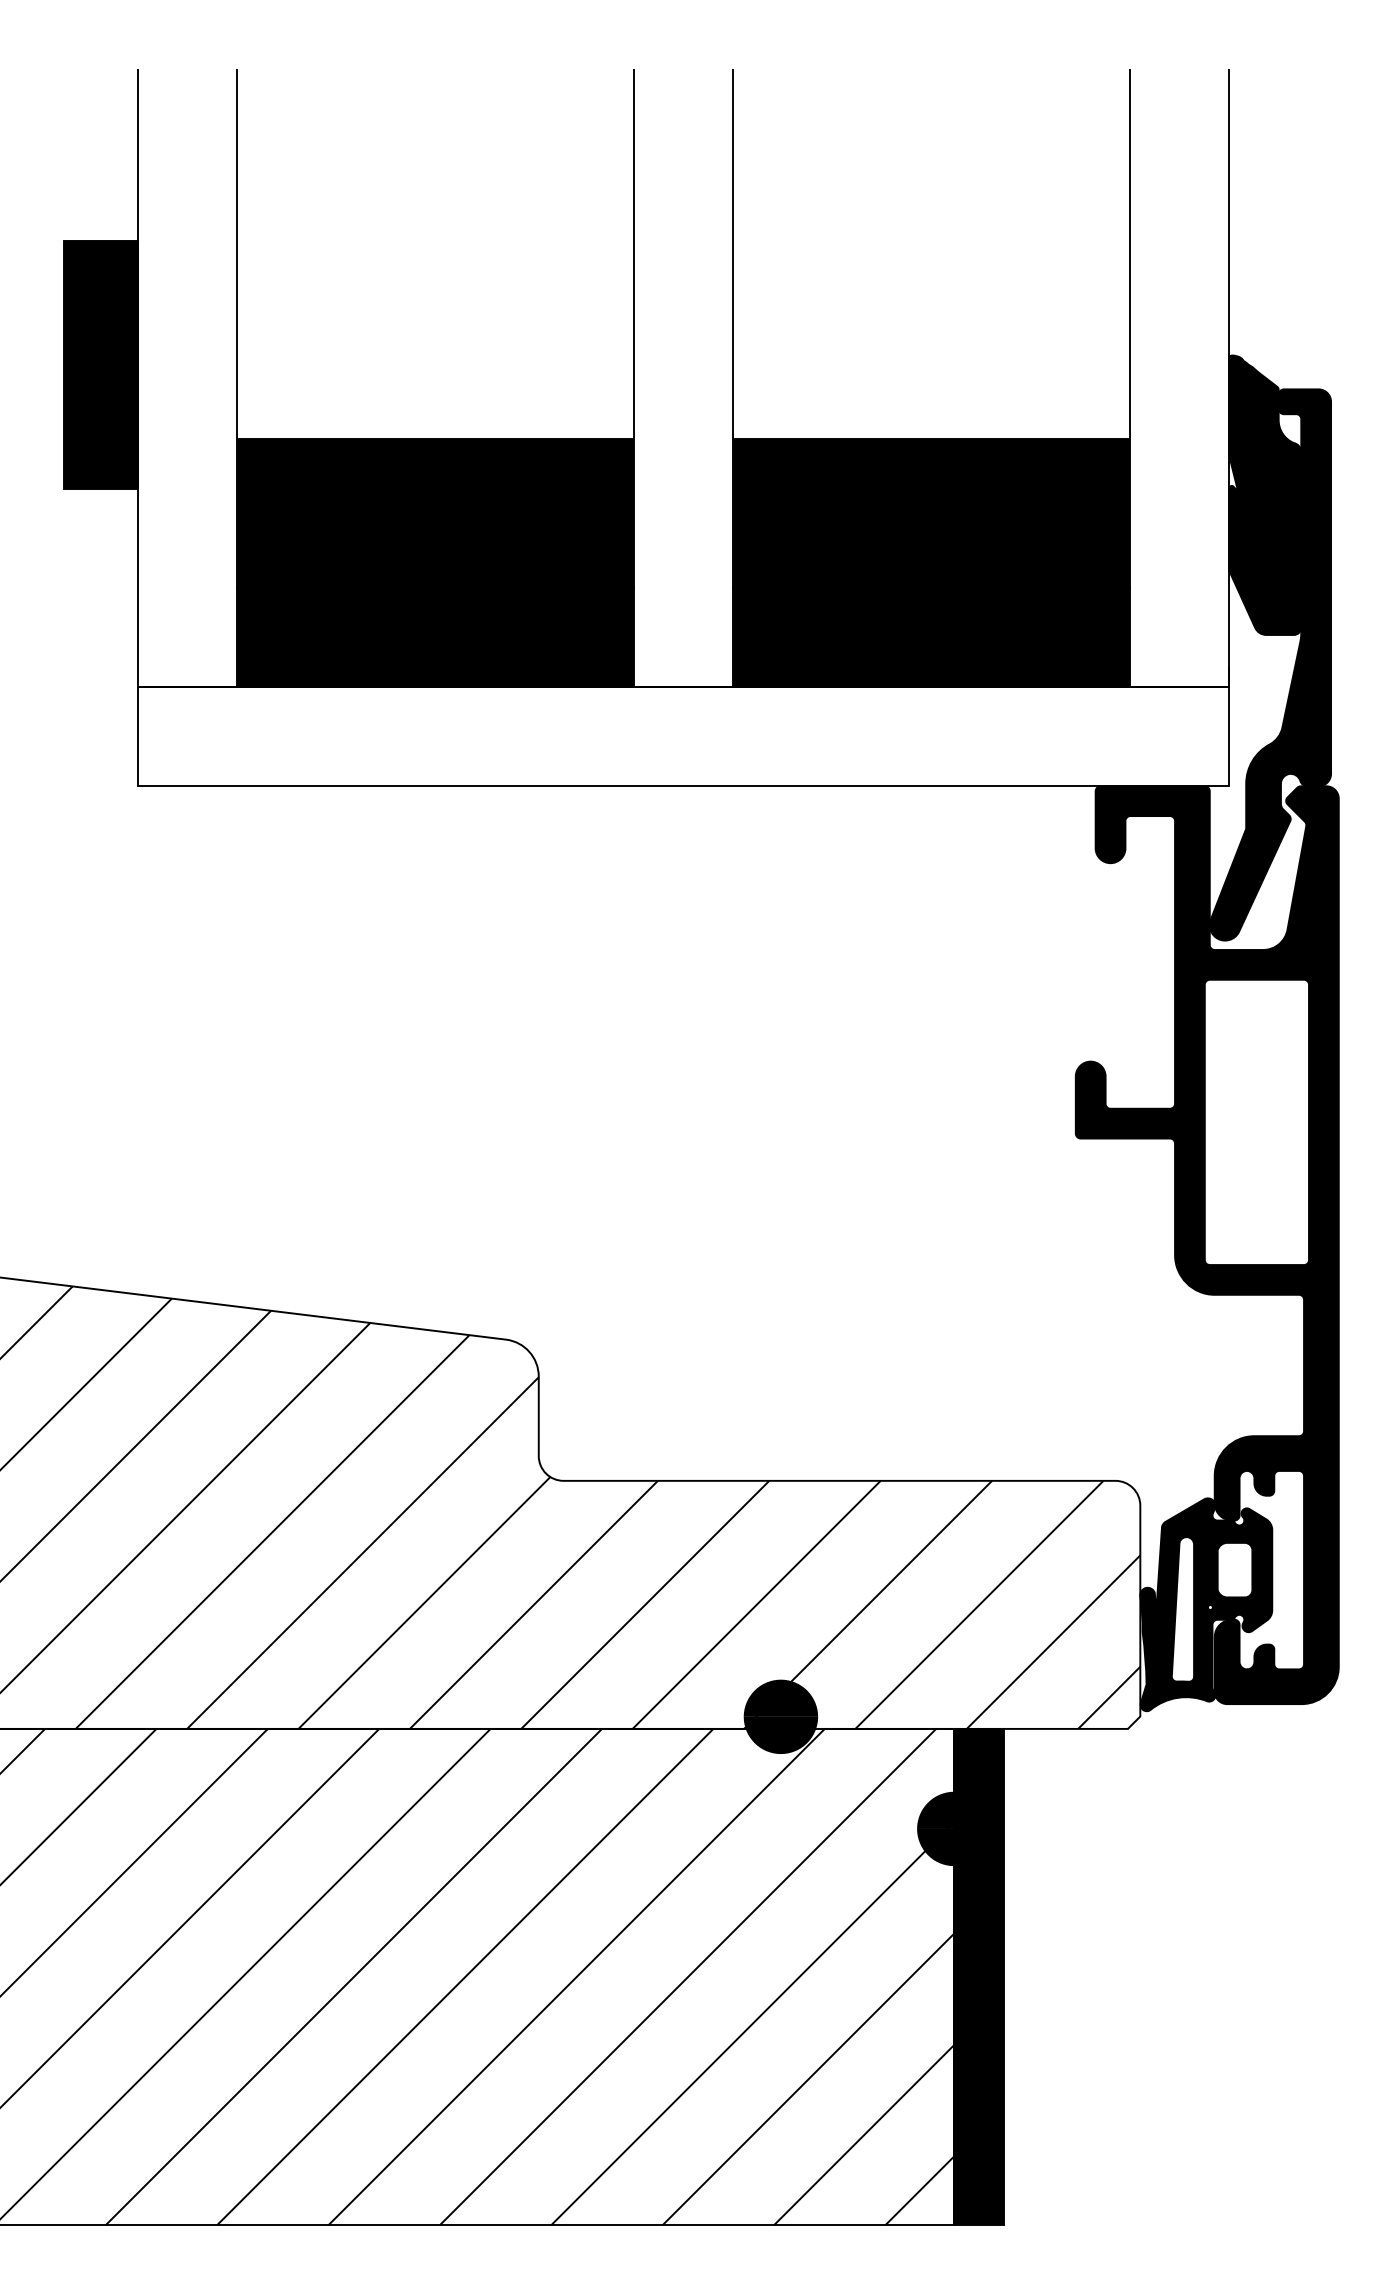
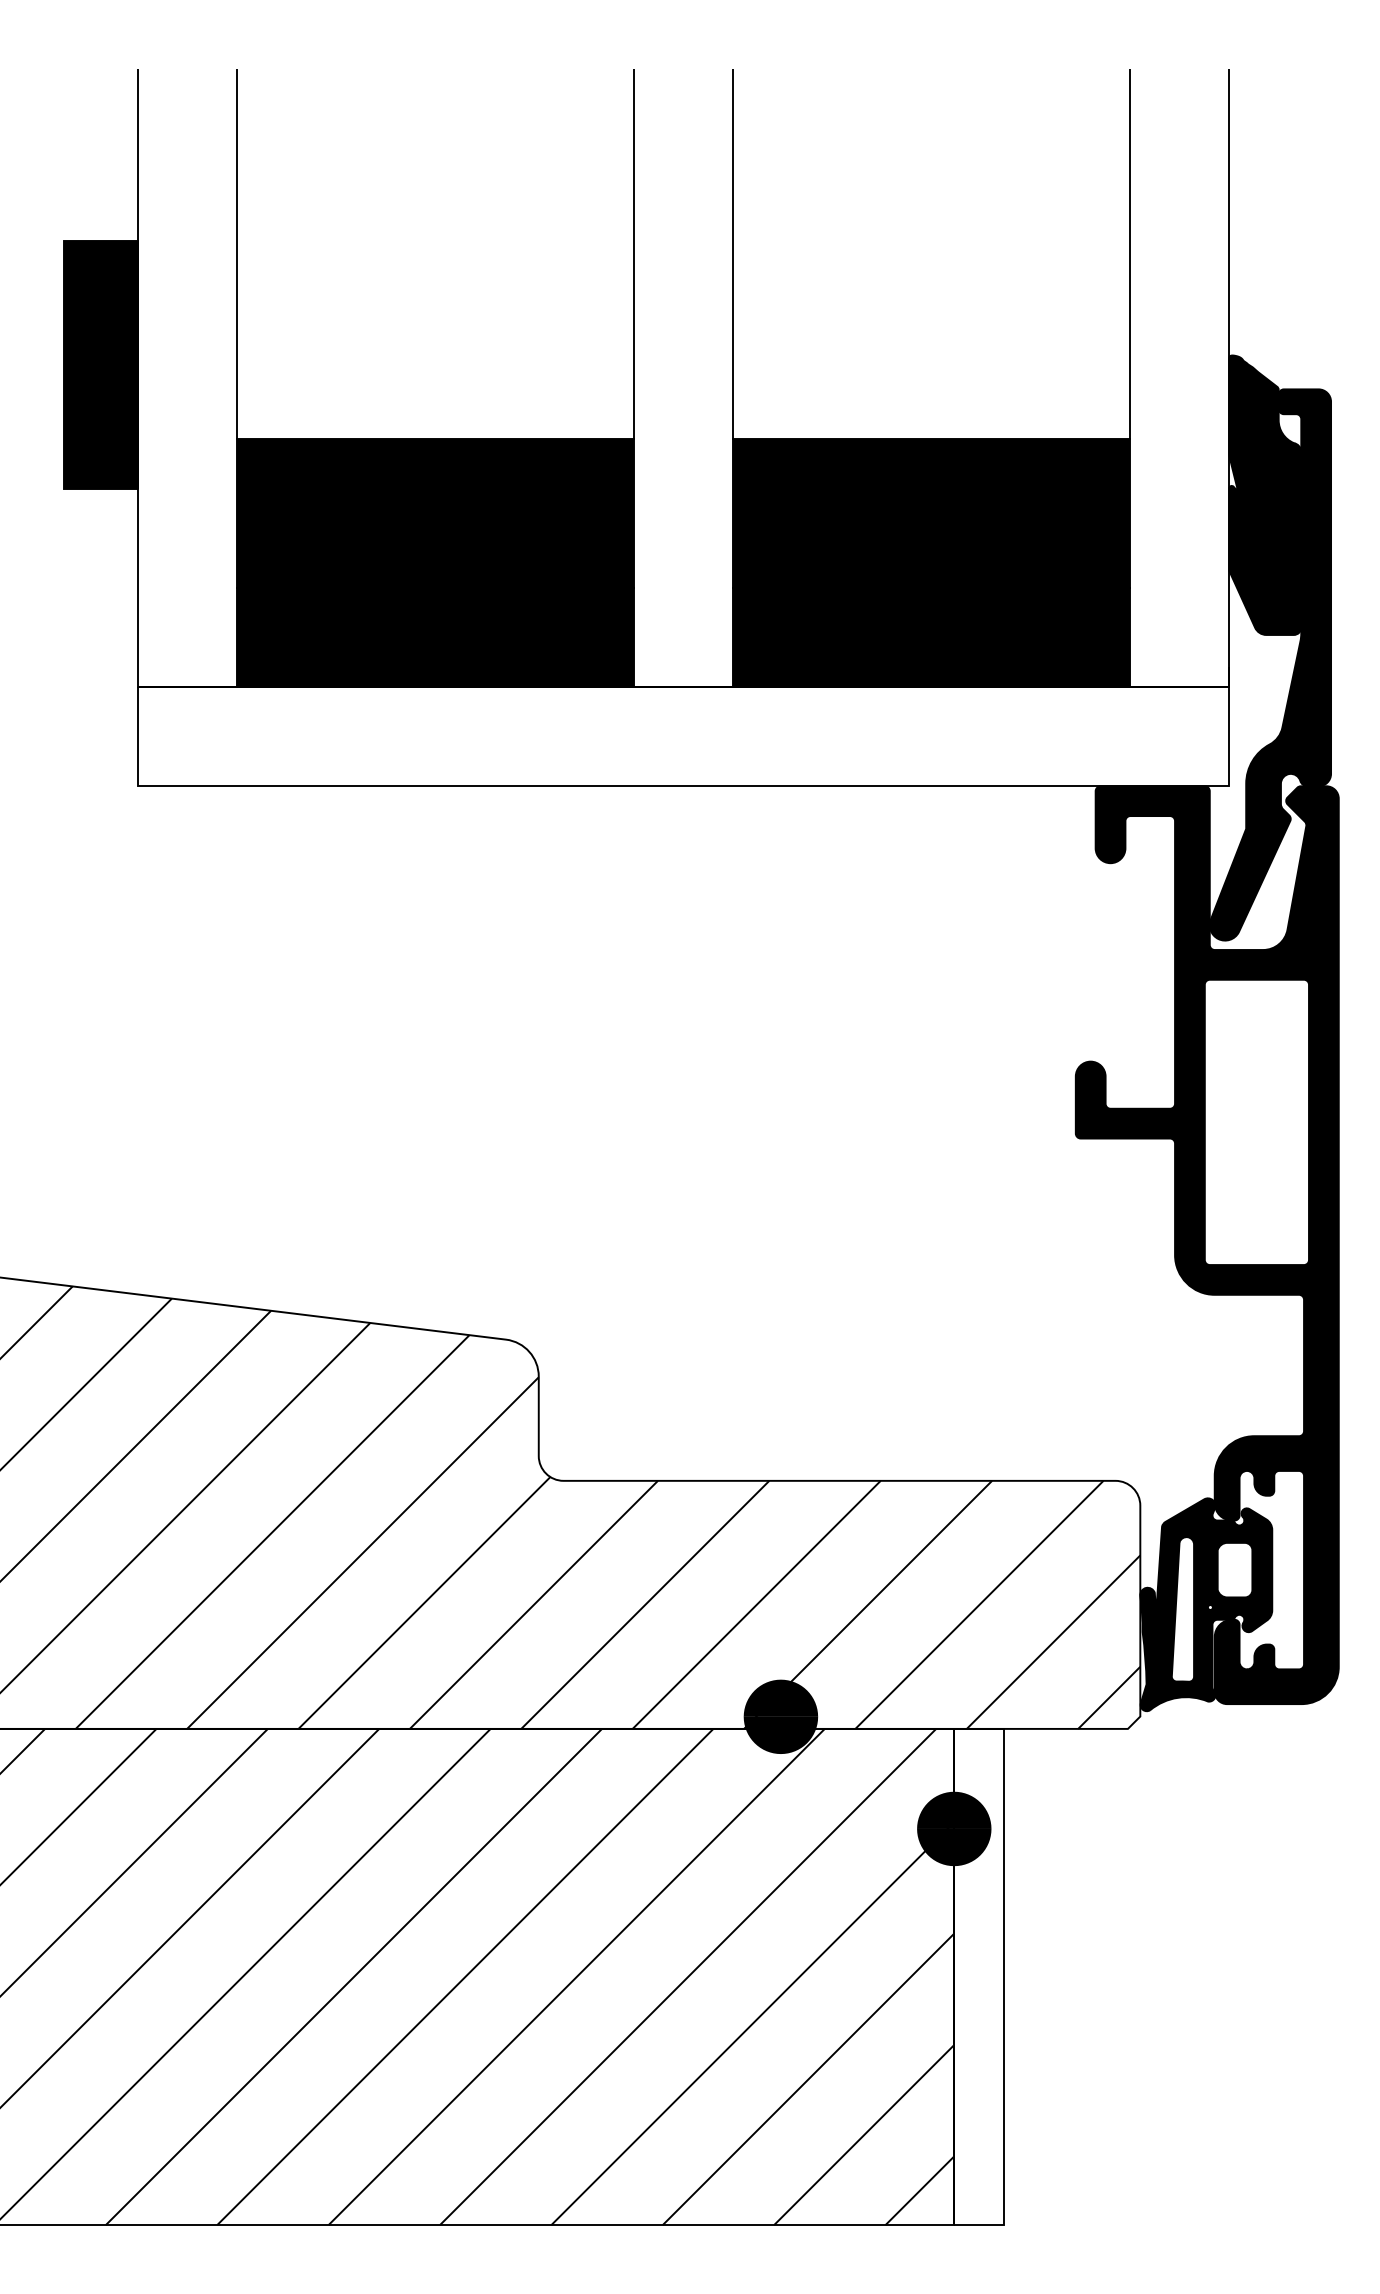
fill at (978, 1976): present -> none
